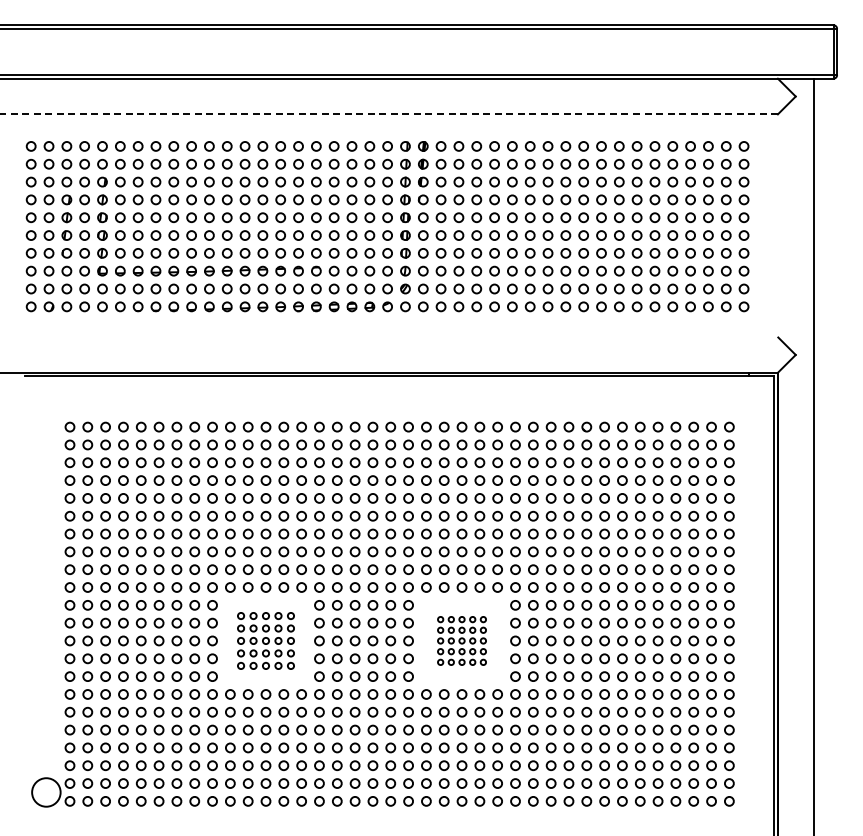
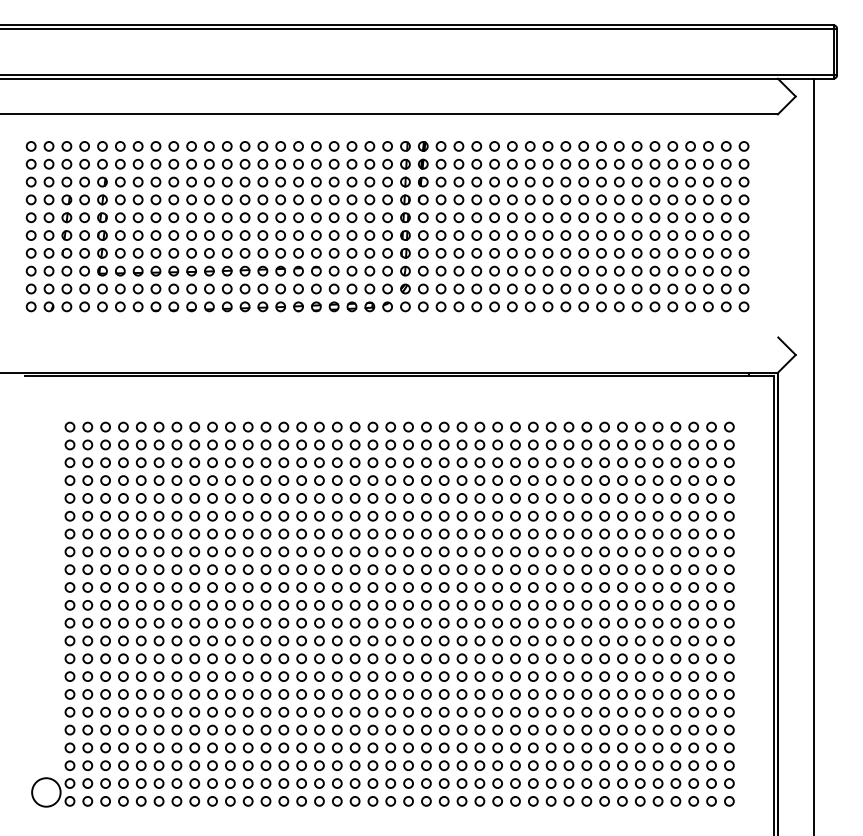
line at (389, 114): dashed -> solid
part at (265, 640) size: 58x58 px -> 82x82 px
part at (461, 640) size: 50x50 px -> 82x82 px
